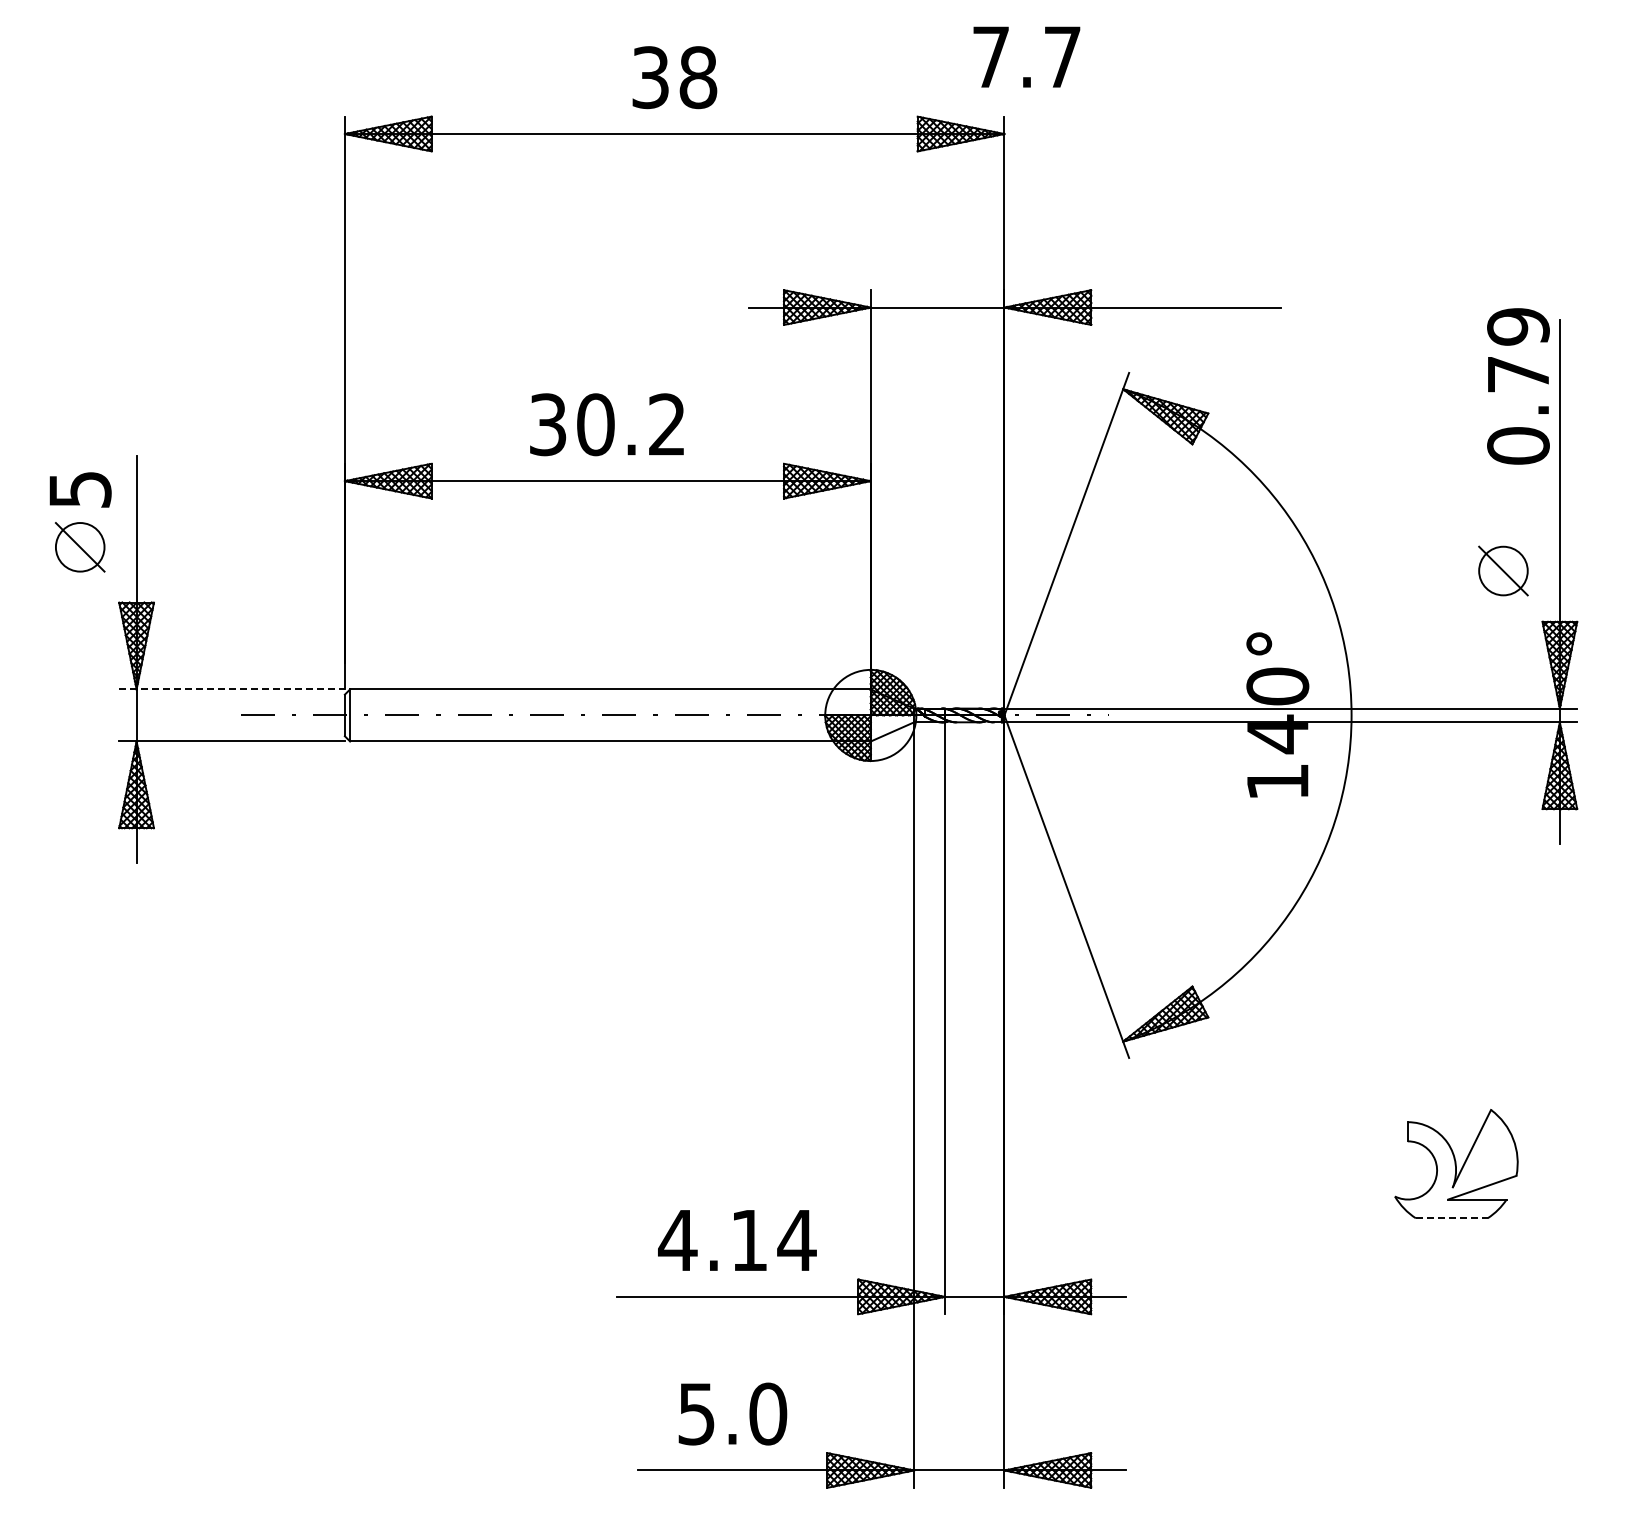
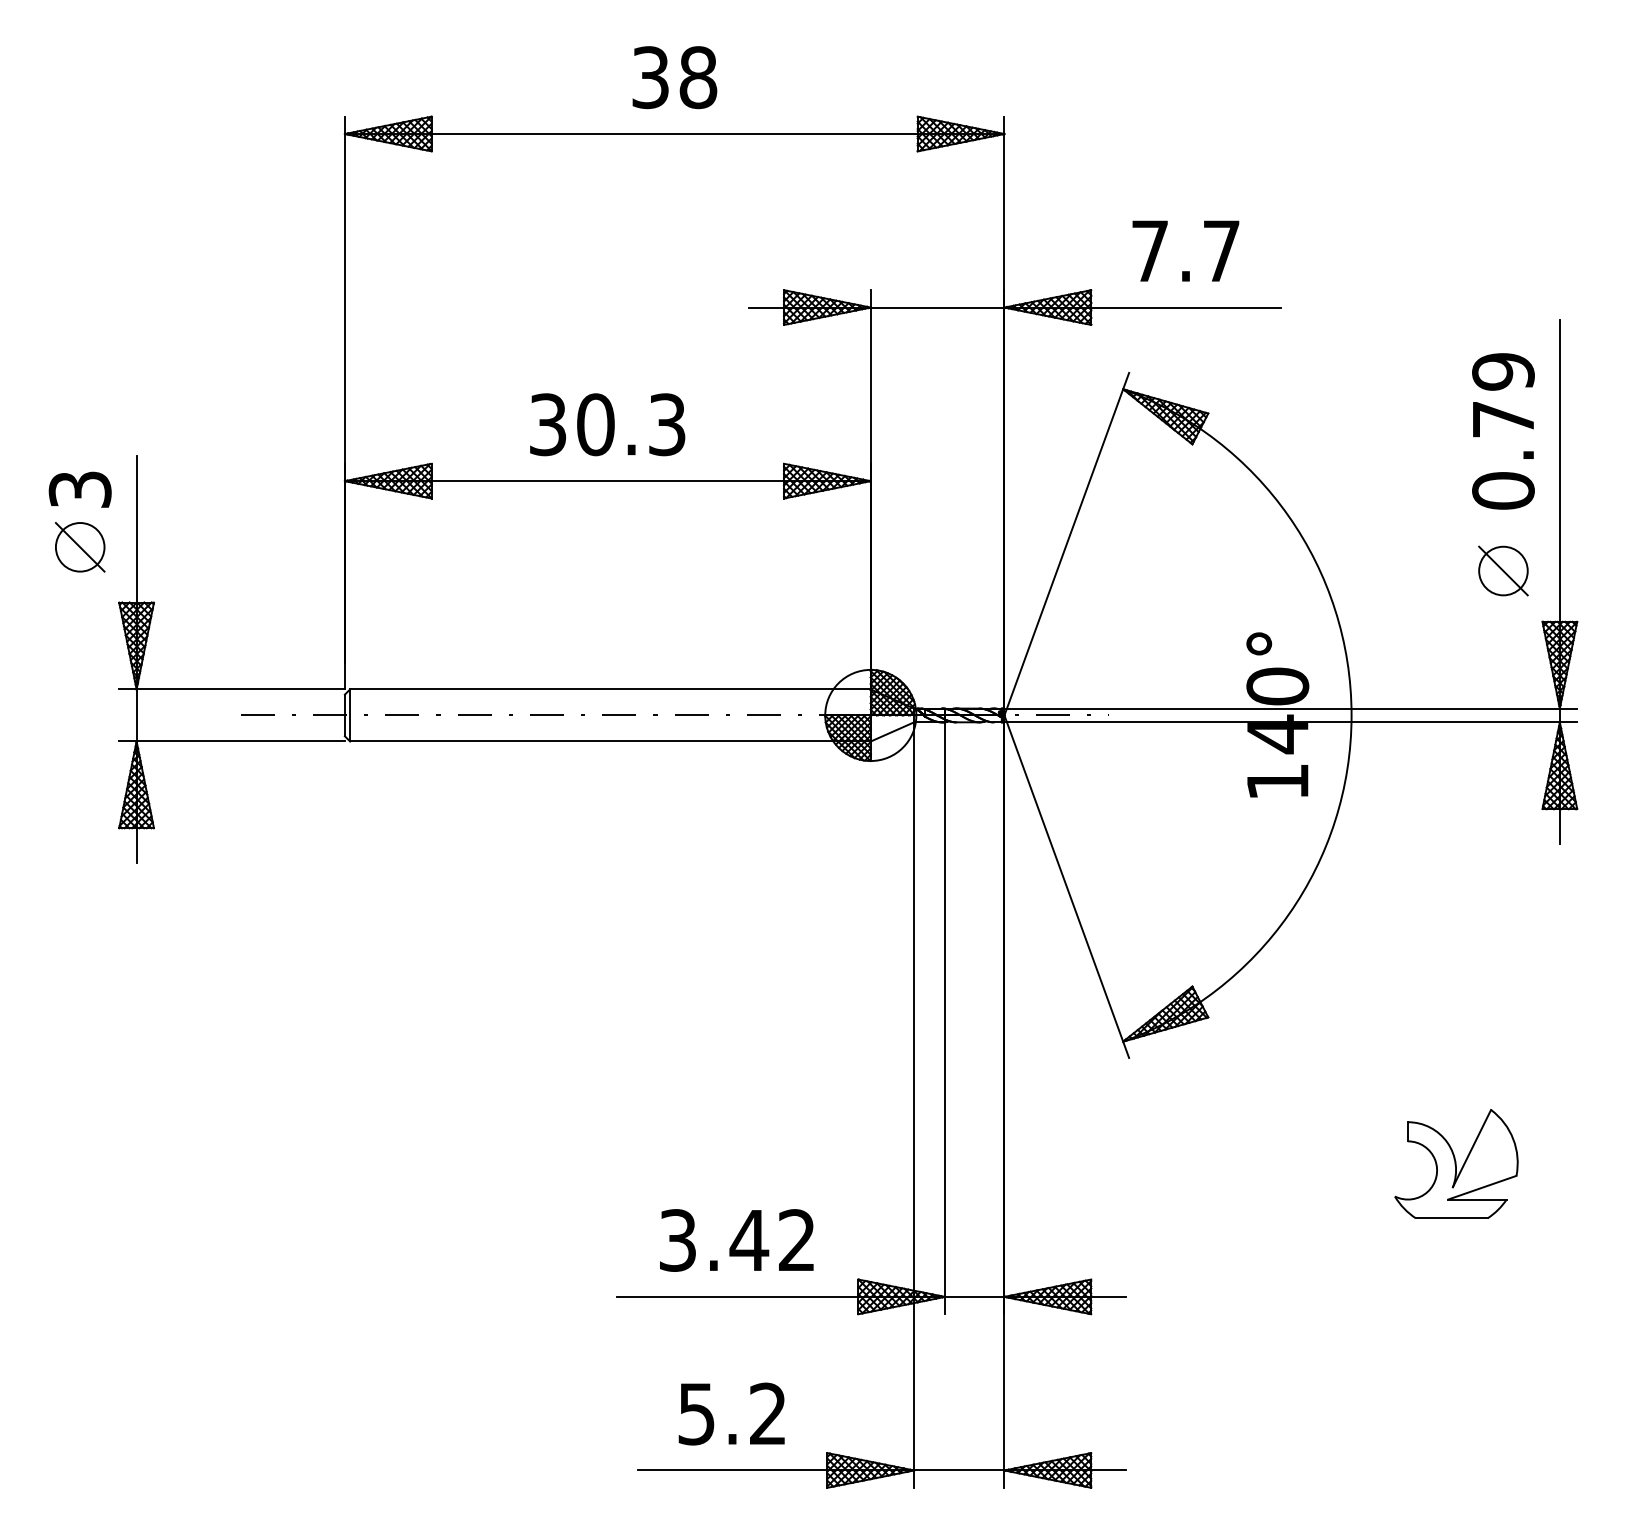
text at (1026, 56) position: (1026, 56) -> (1185, 250)
text at (1518, 386) position: (1518, 386) -> (1503, 431)
text at (667, 424): 30.2 -> 30.3
text at (79, 489): 5 -> 3
line at (232, 689): dashed -> solid
line at (1451, 1218): dashed -> solid
text at (737, 1240): 4.14 -> 3.42
text at (768, 1413): 5.0 -> 5.2
